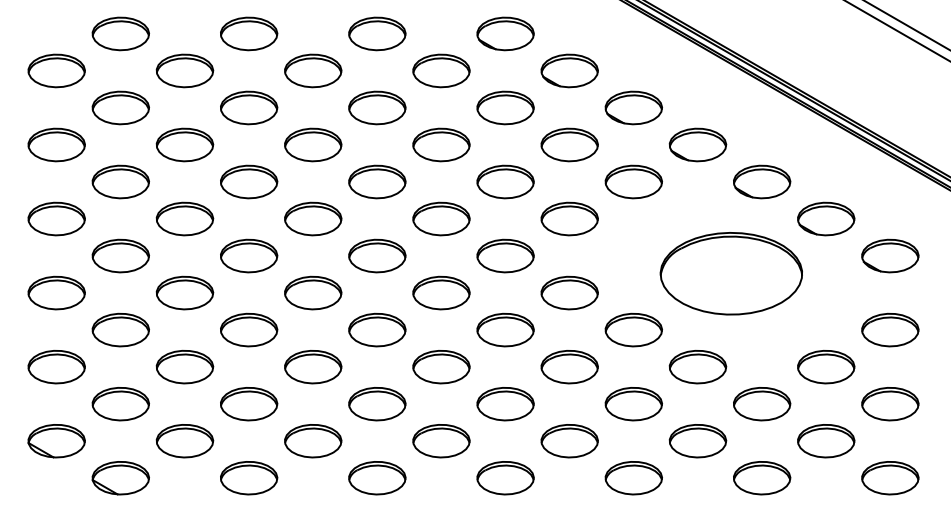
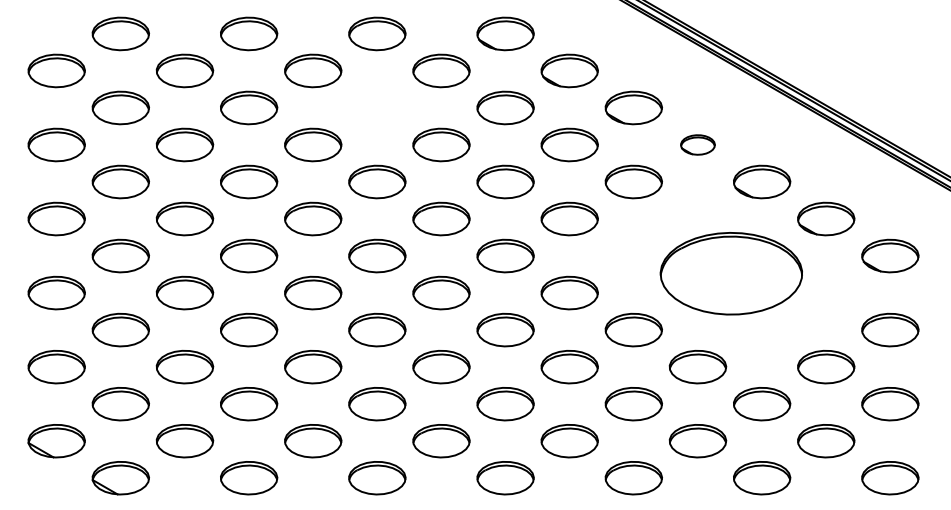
line at (907, 25): present -> none
line at (897, 30): present -> none
part at (377, 107): present -> none
part at (697, 144) size: 60x36 px -> 36x22 px
